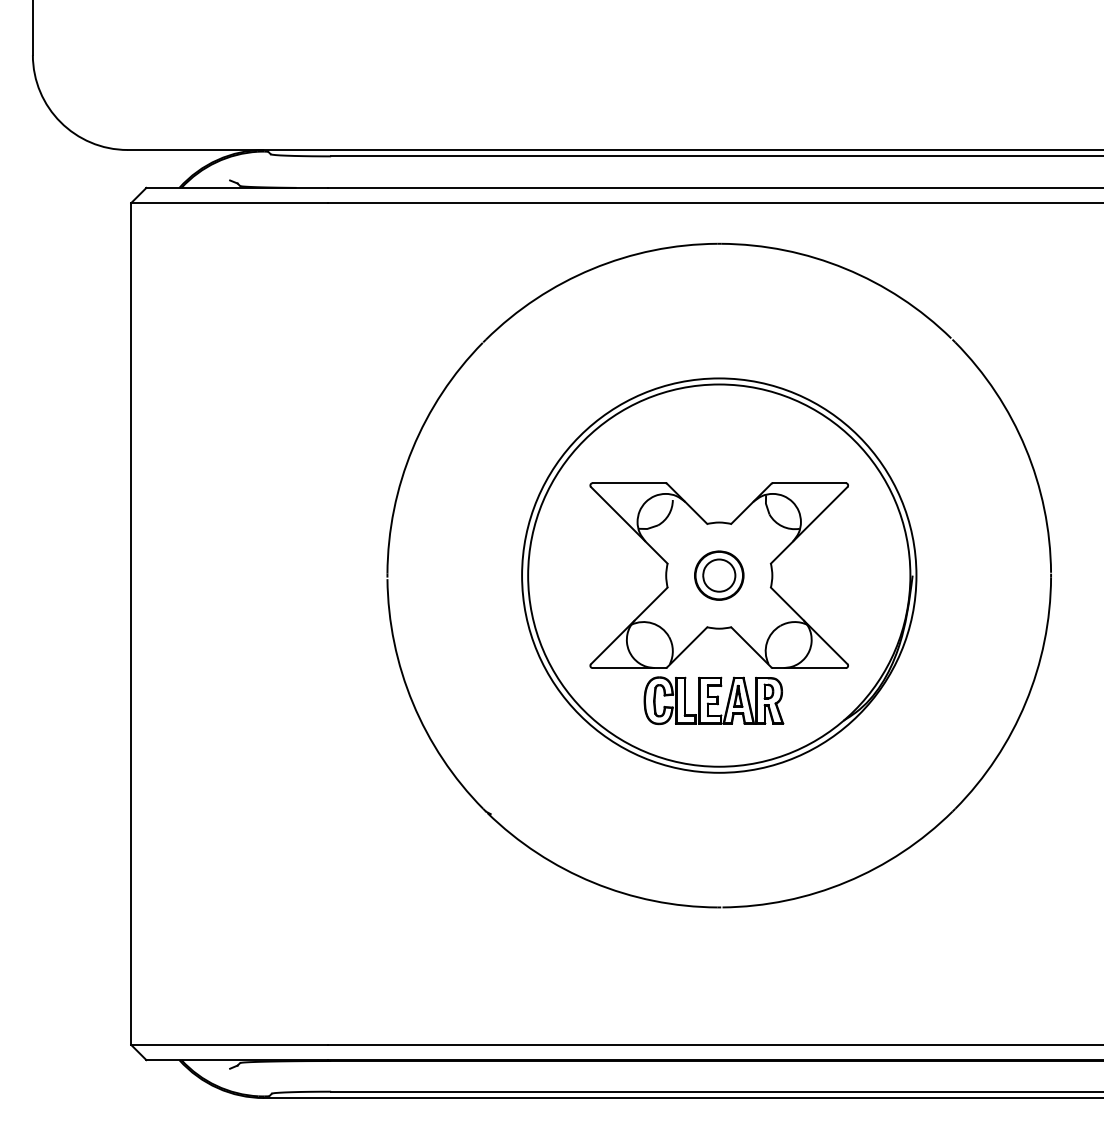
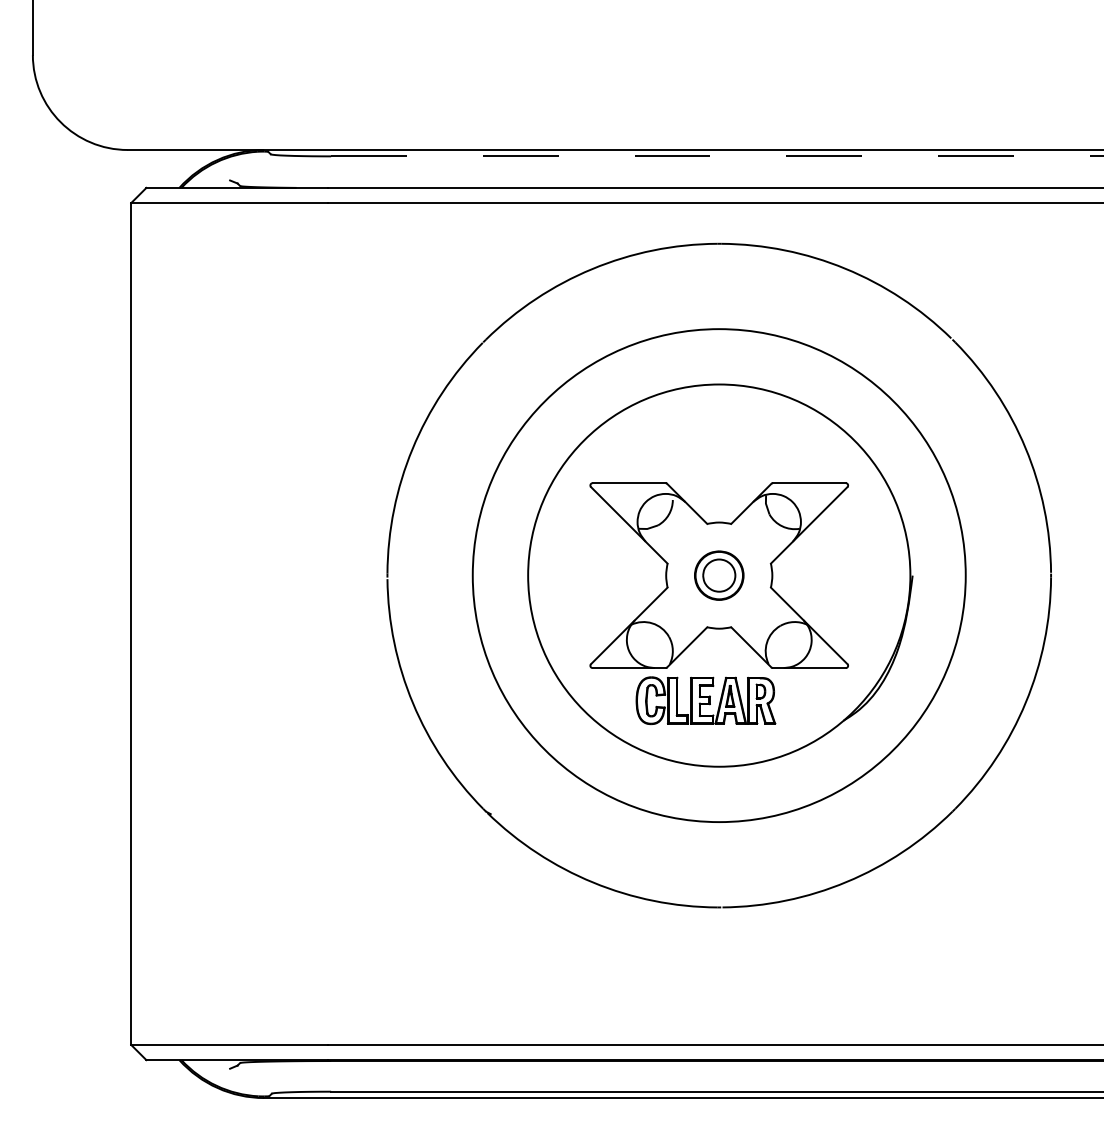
line at (717, 156): solid -> dashed
circle at (719, 575) diameter: 394 px -> 493 px
part at (713, 700) position: (713, 700) -> (705, 700)
